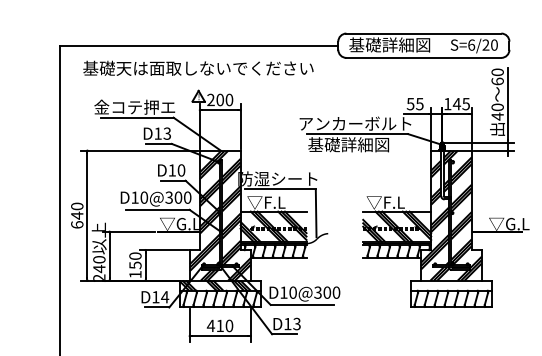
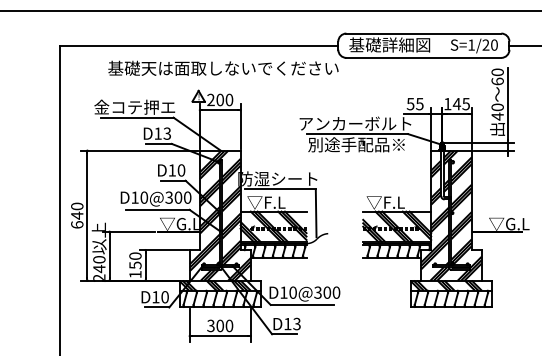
line at (270, 10): none -> present
text at (471, 44): S=6/20 -> S=1/20
line at (523, 45): none -> present
text at (198, 67) position: (198, 67) -> (223, 67)
text at (356, 144): 基礎詳細図 -> 別途手配品※
hatch at (445, 285): none -> present
text at (165, 297): D14 -> D10
text at (214, 325): 410 -> 300
